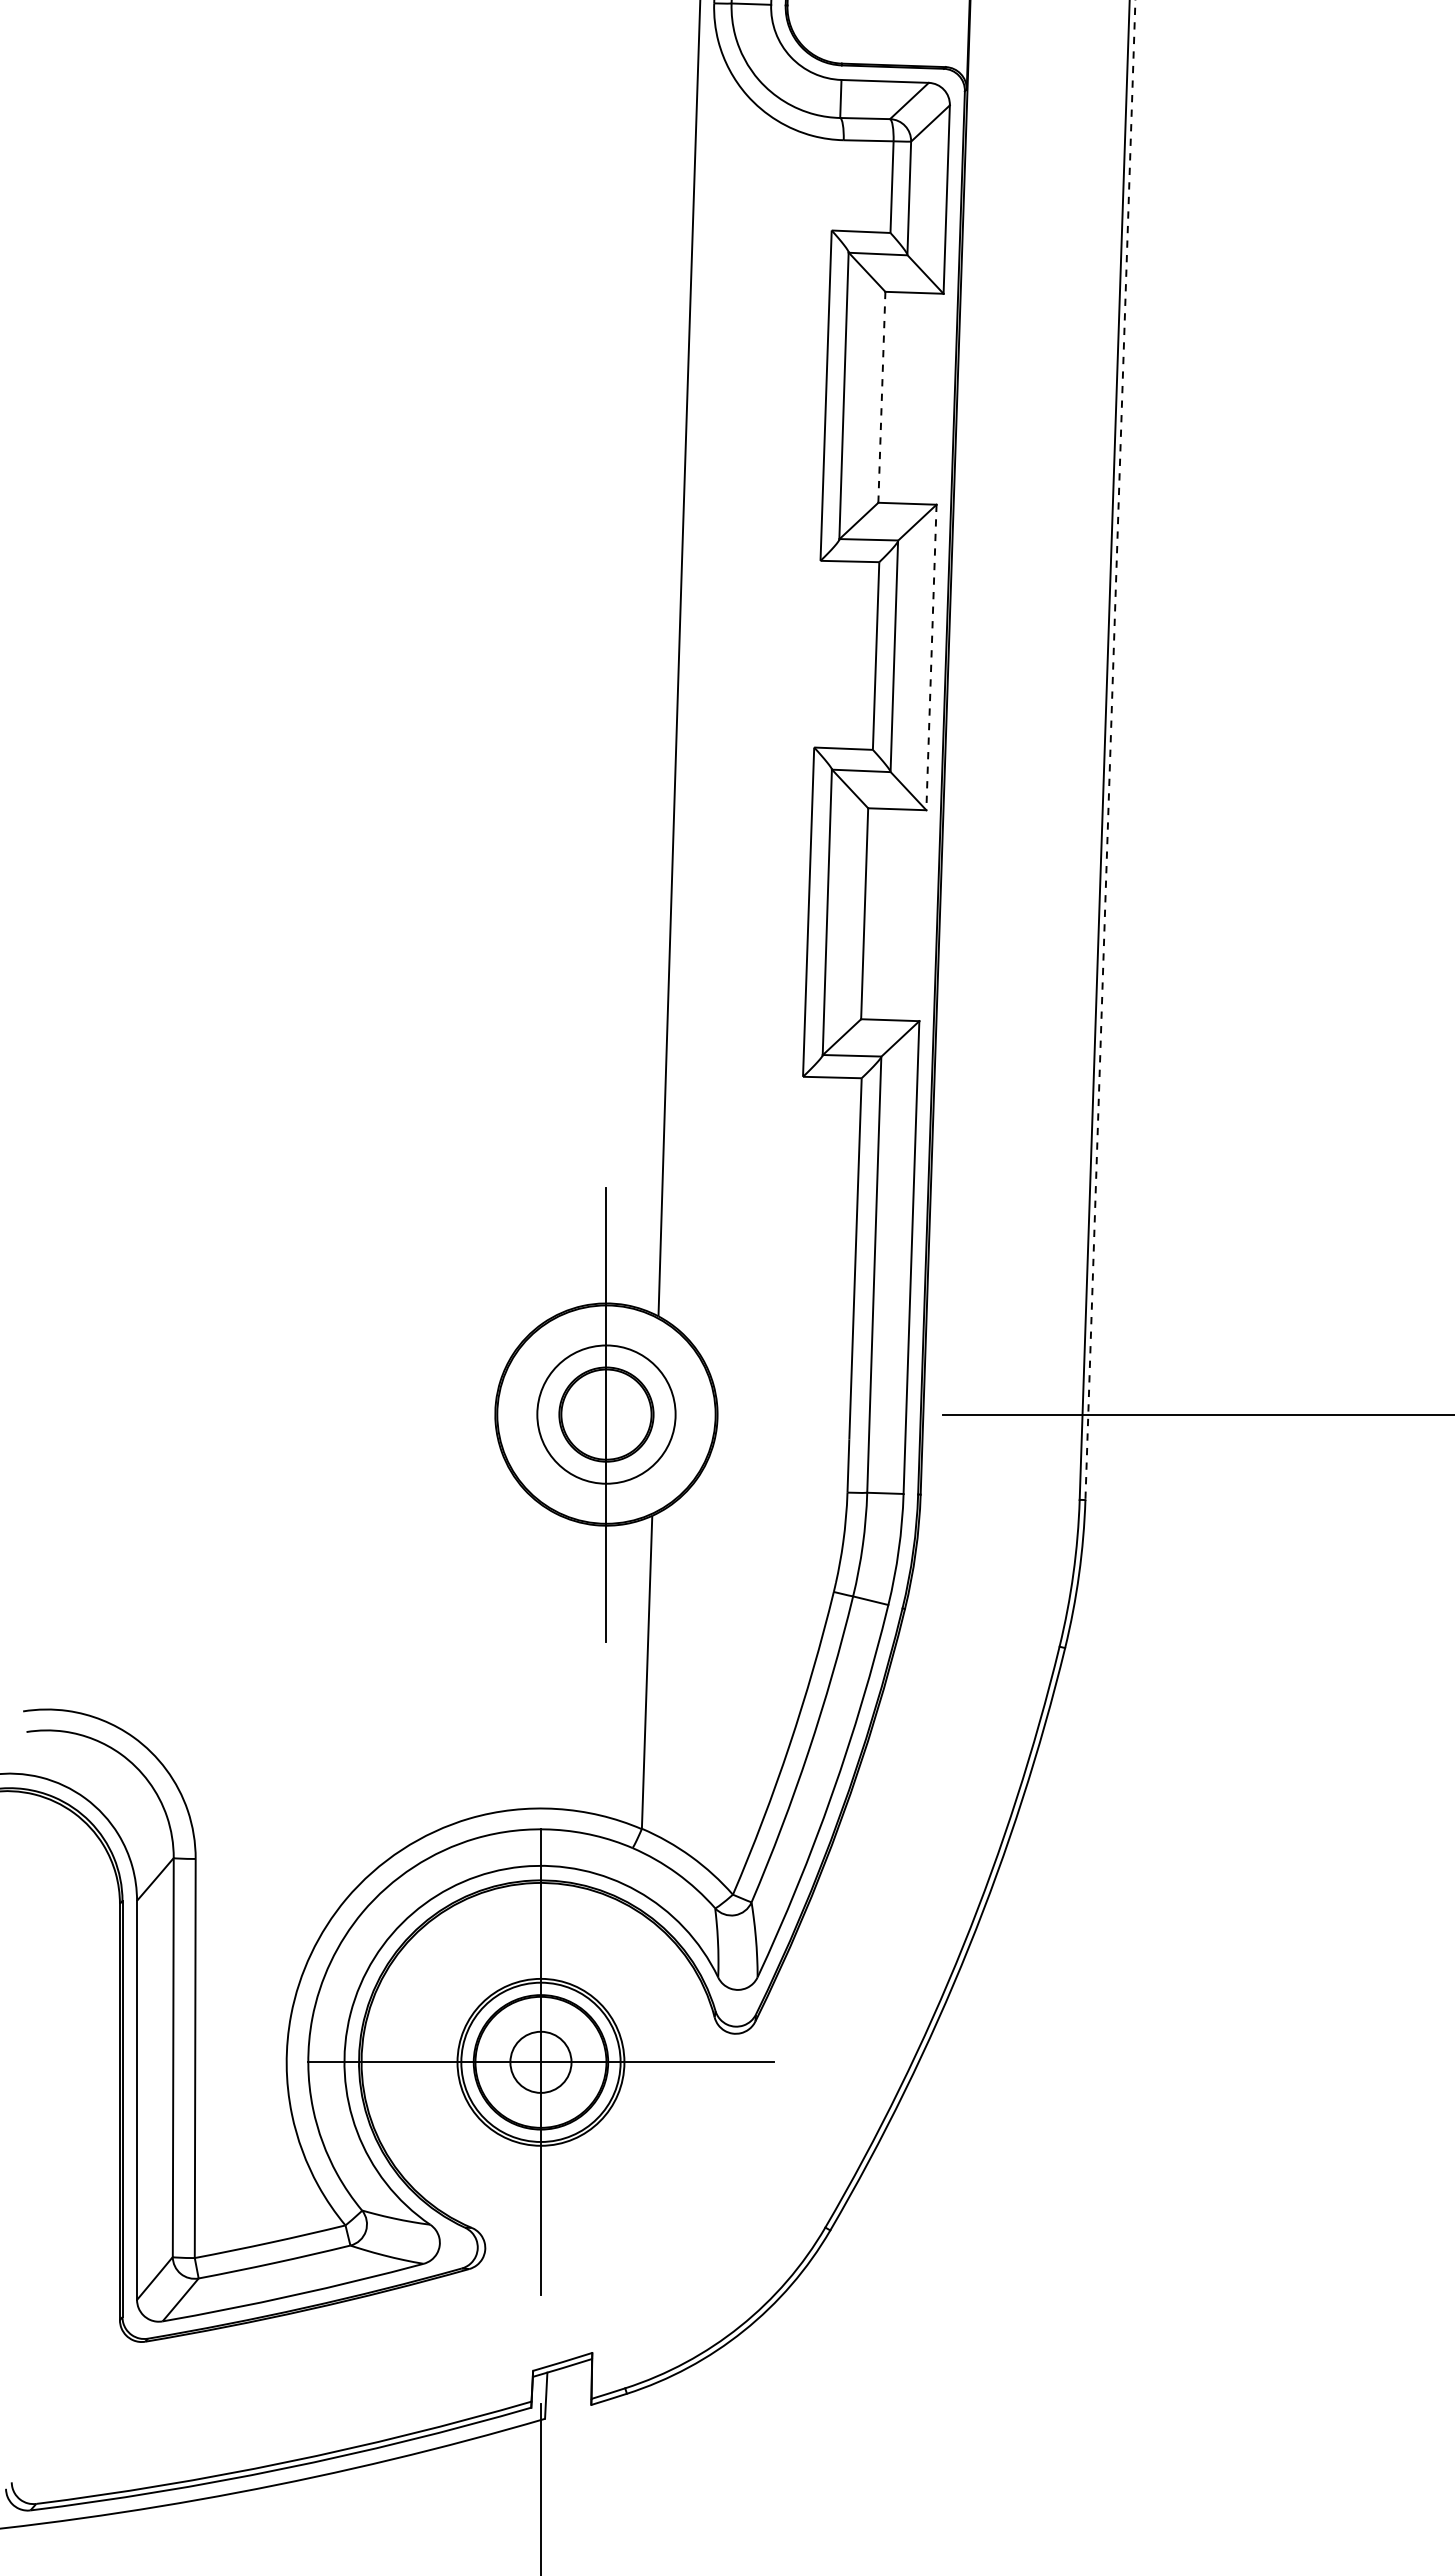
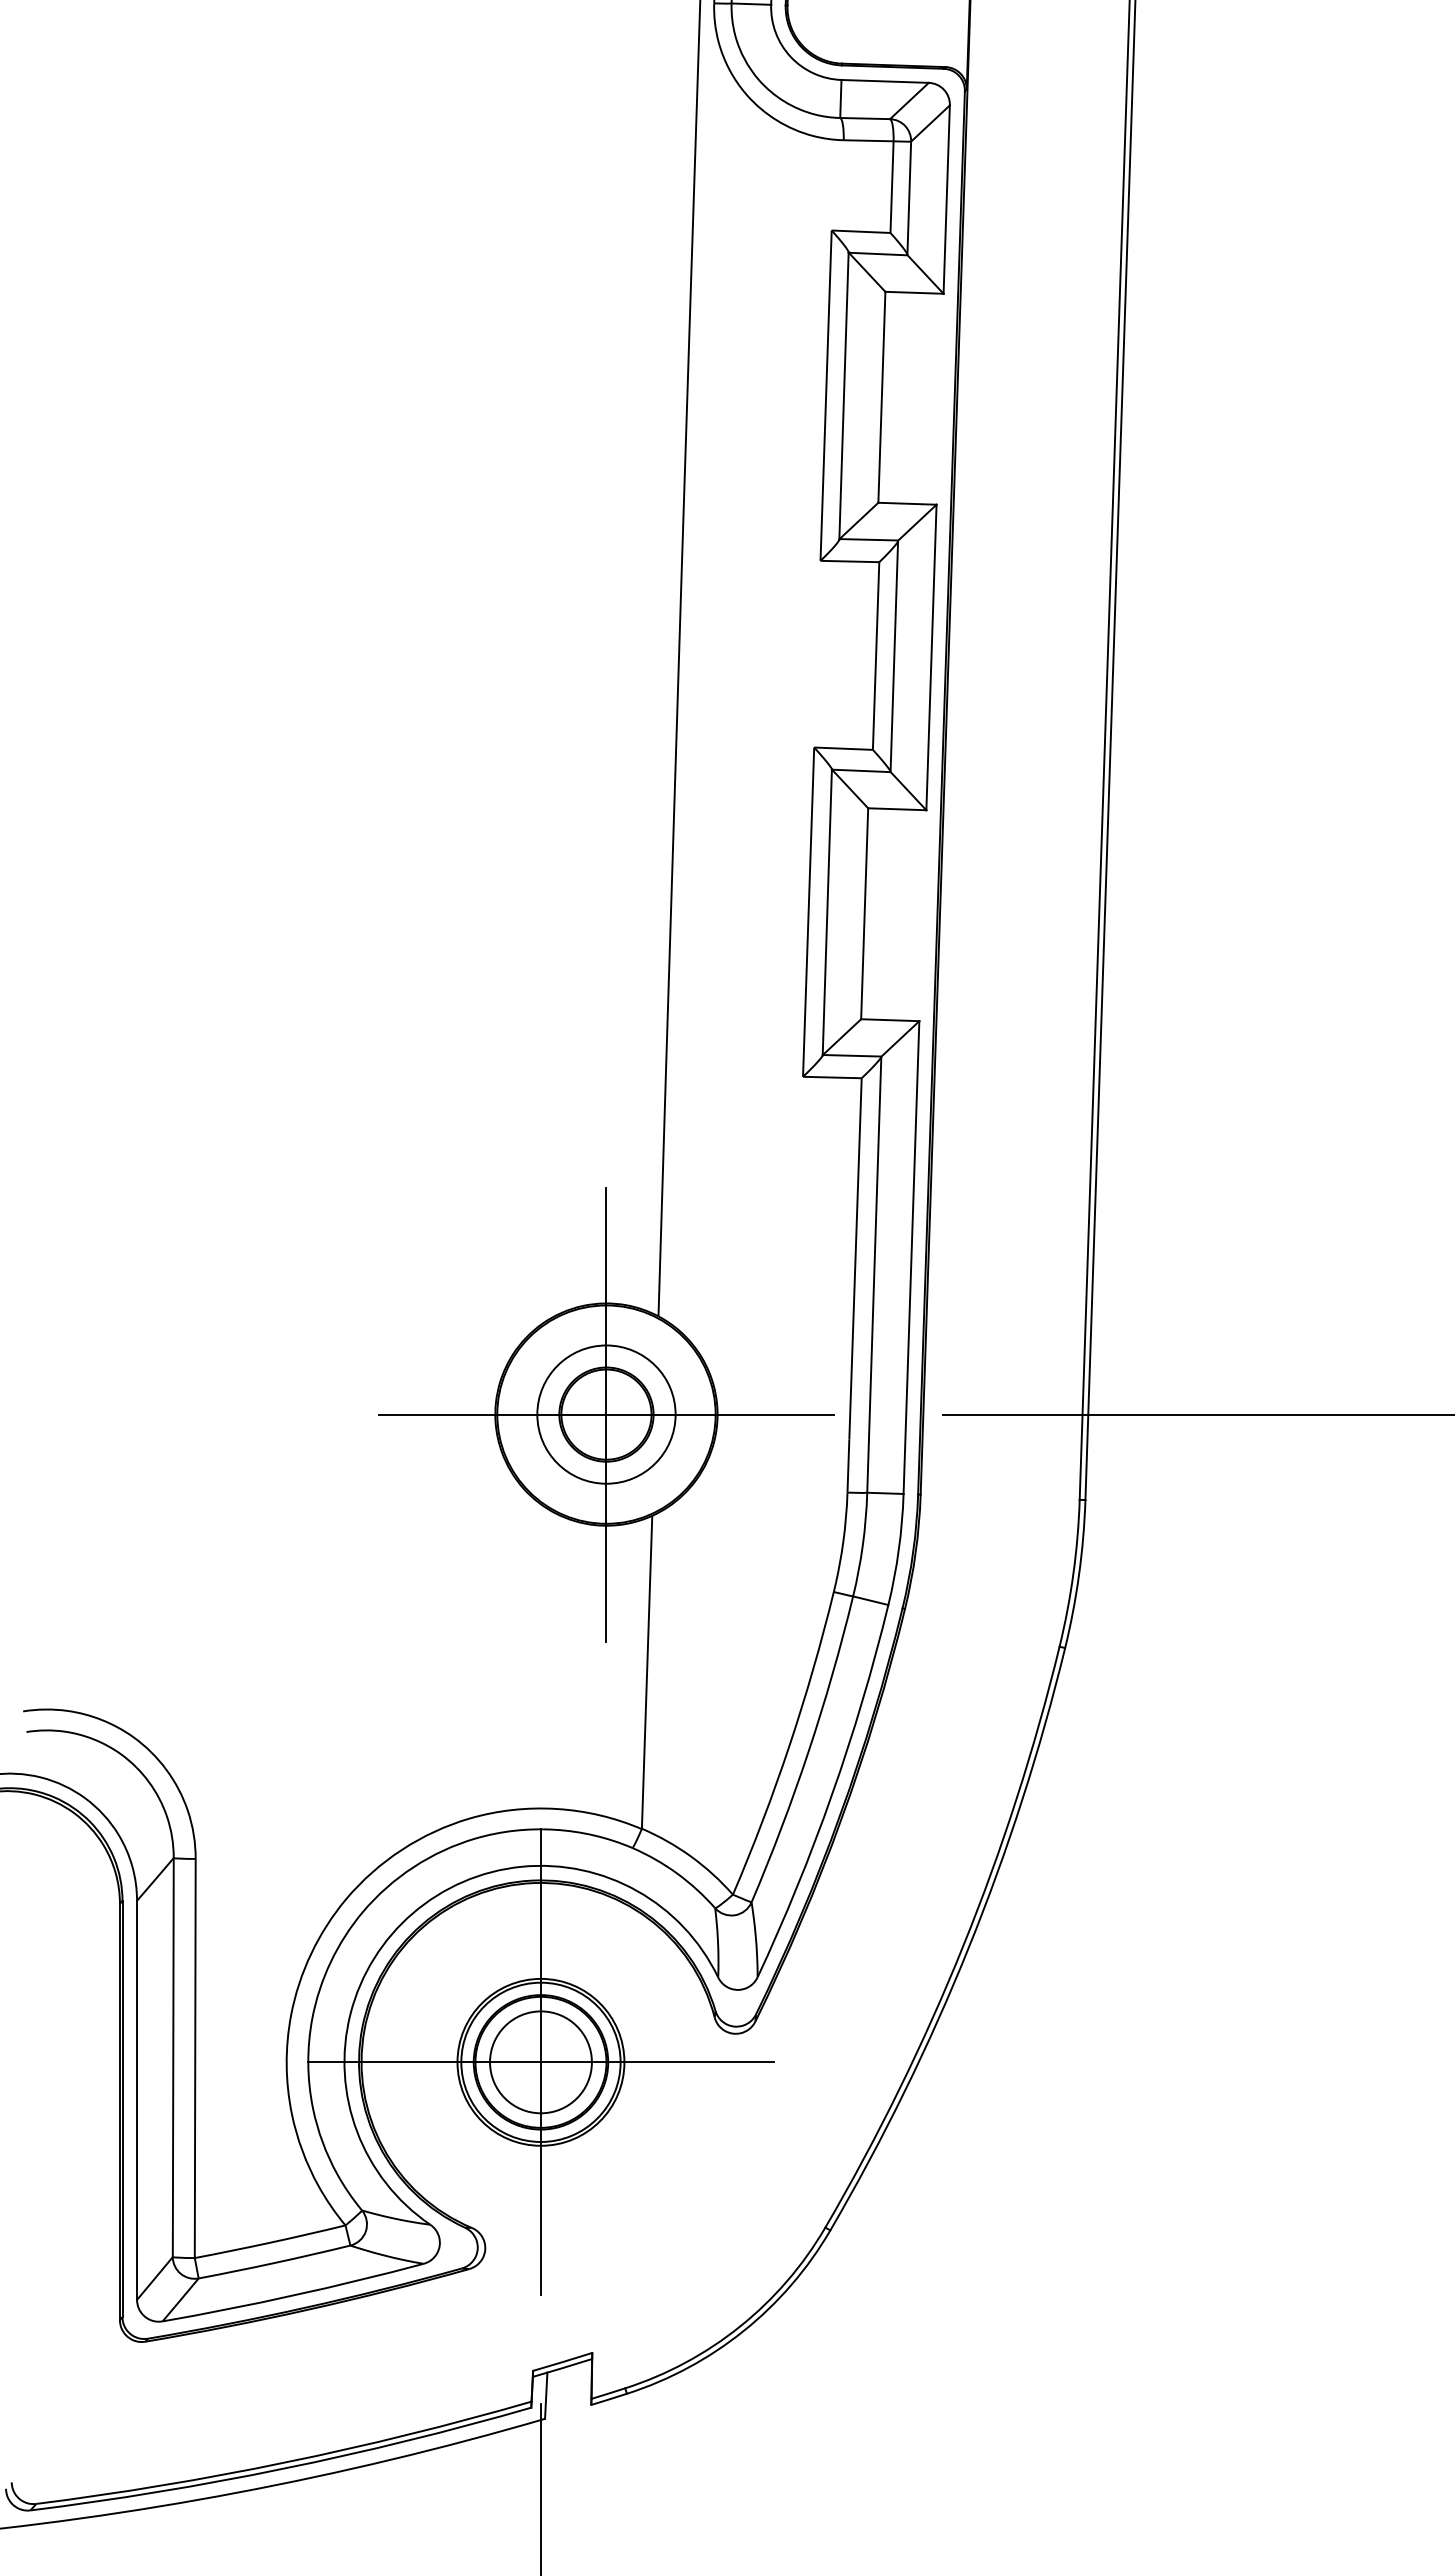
line at (881, 397): dashed -> solid
line at (931, 657): dashed -> solid
line at (1110, 750): dashed -> solid
line at (606, 1414): none -> present
circle at (540, 2061) diameter: 61 px -> 102 px
